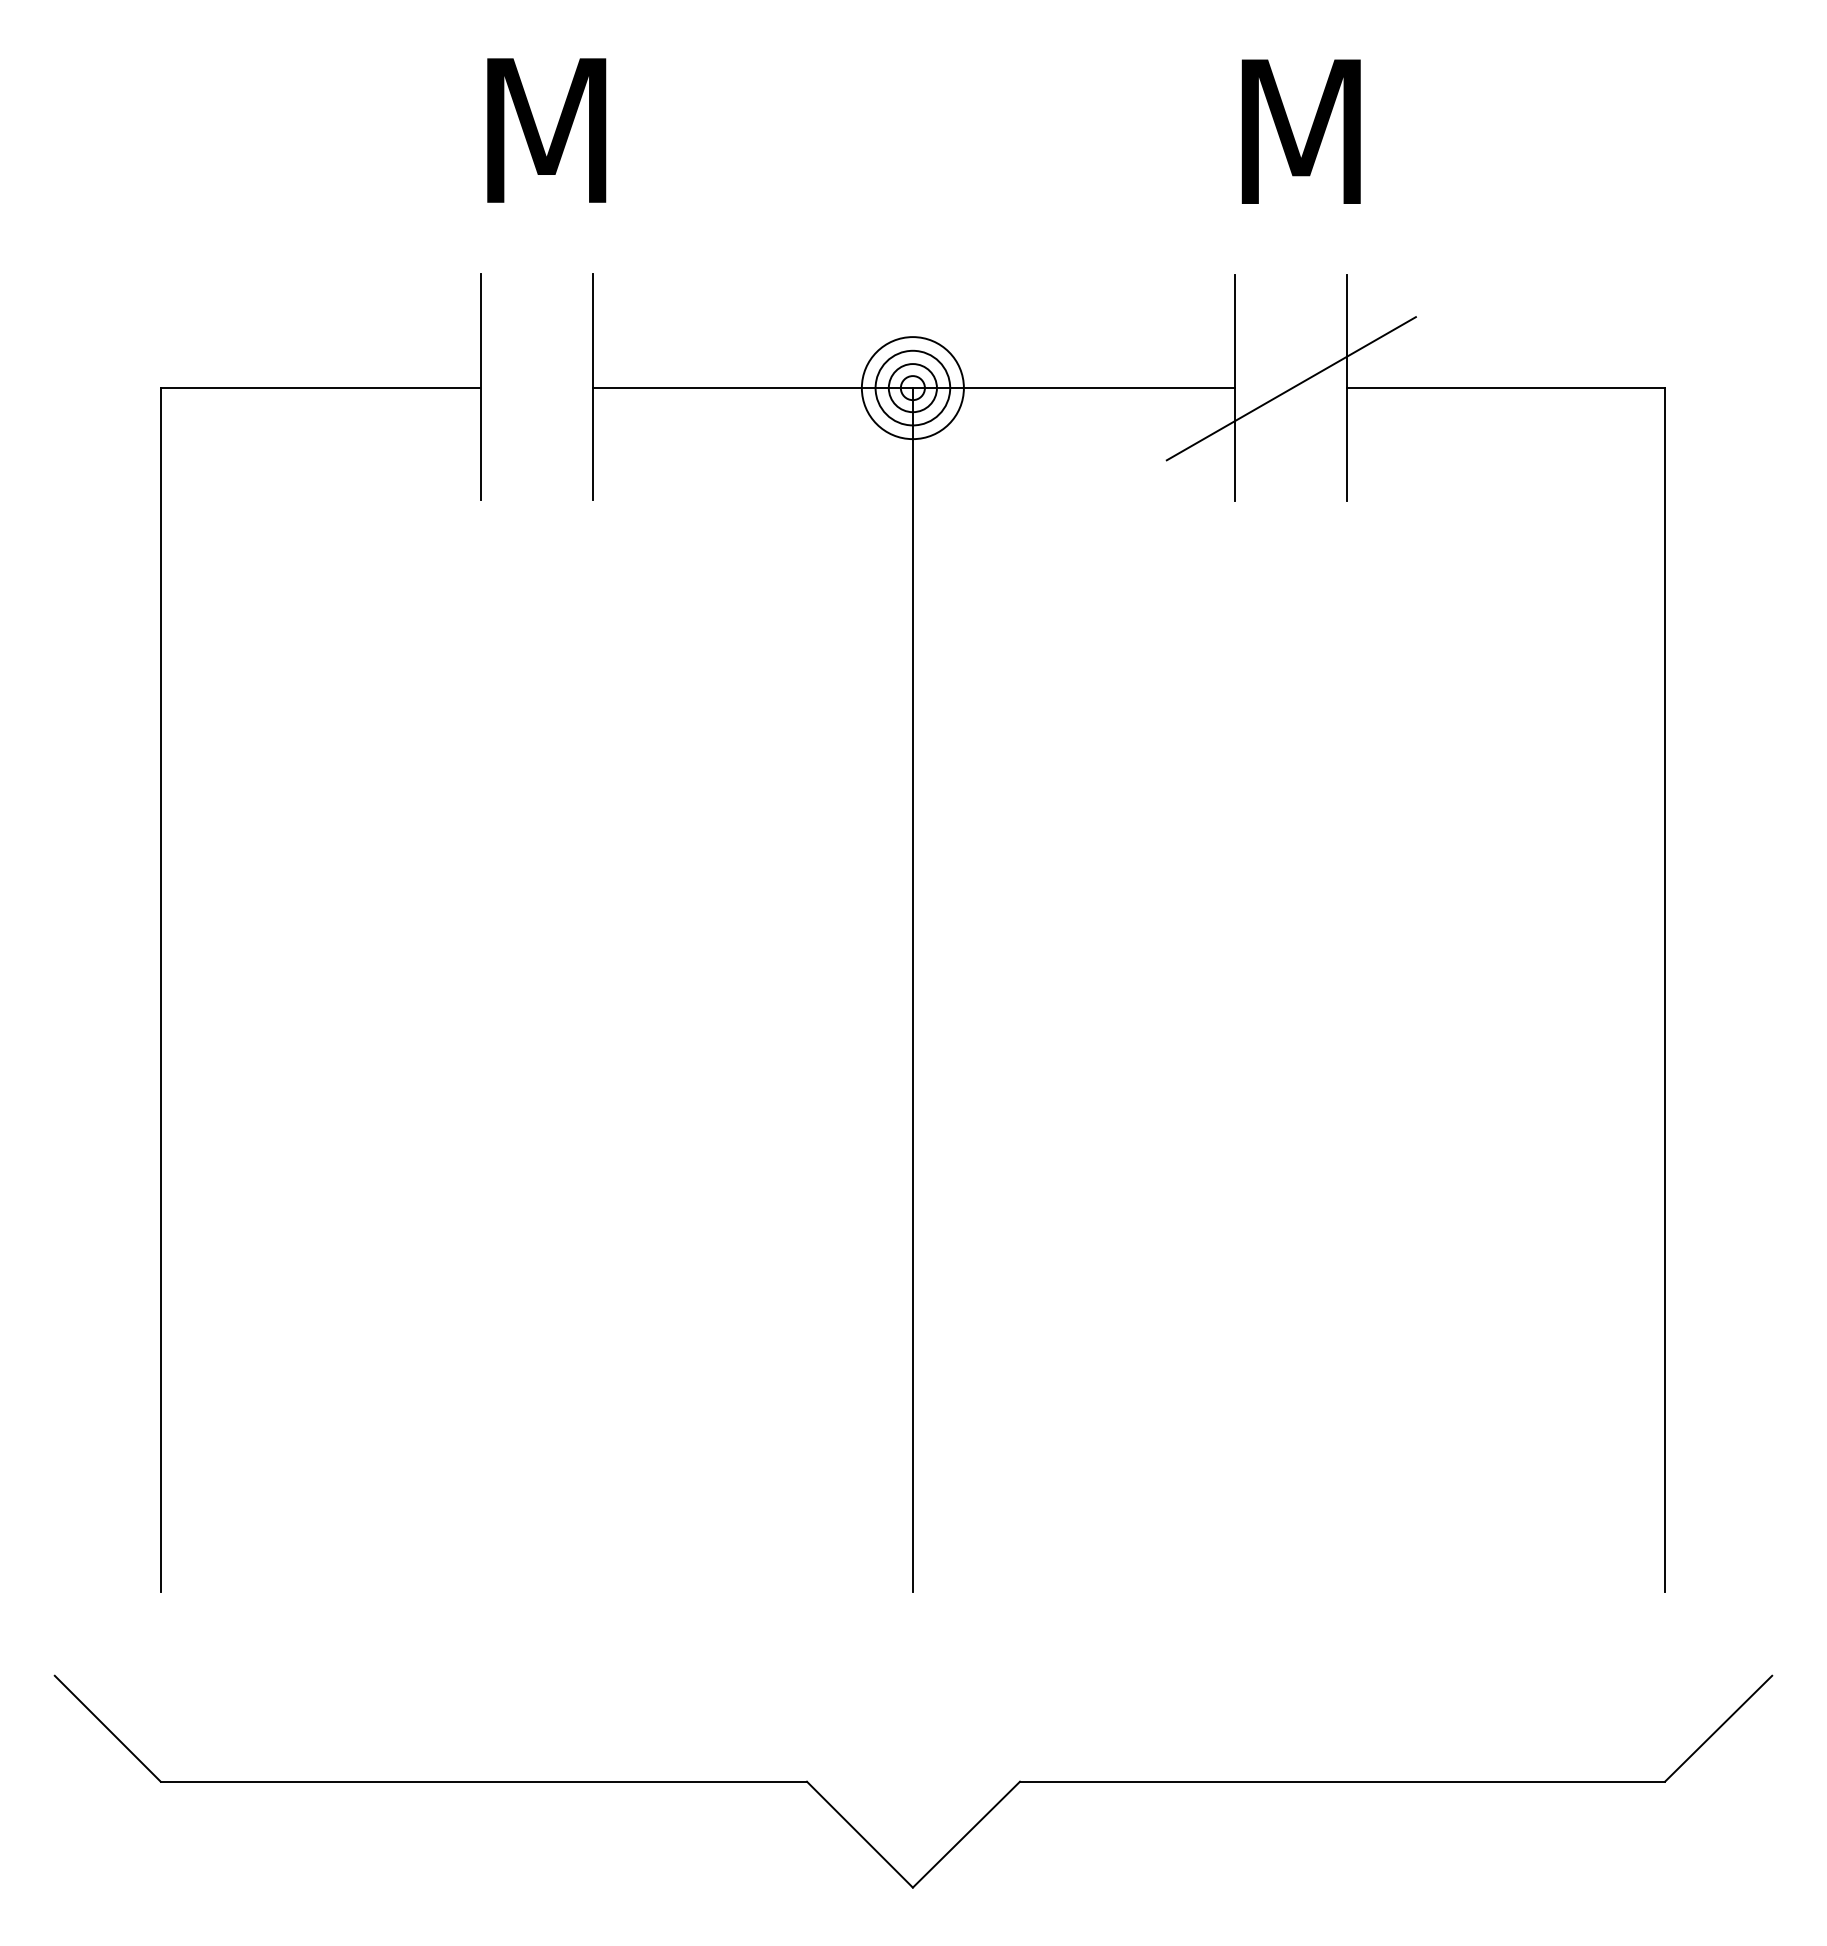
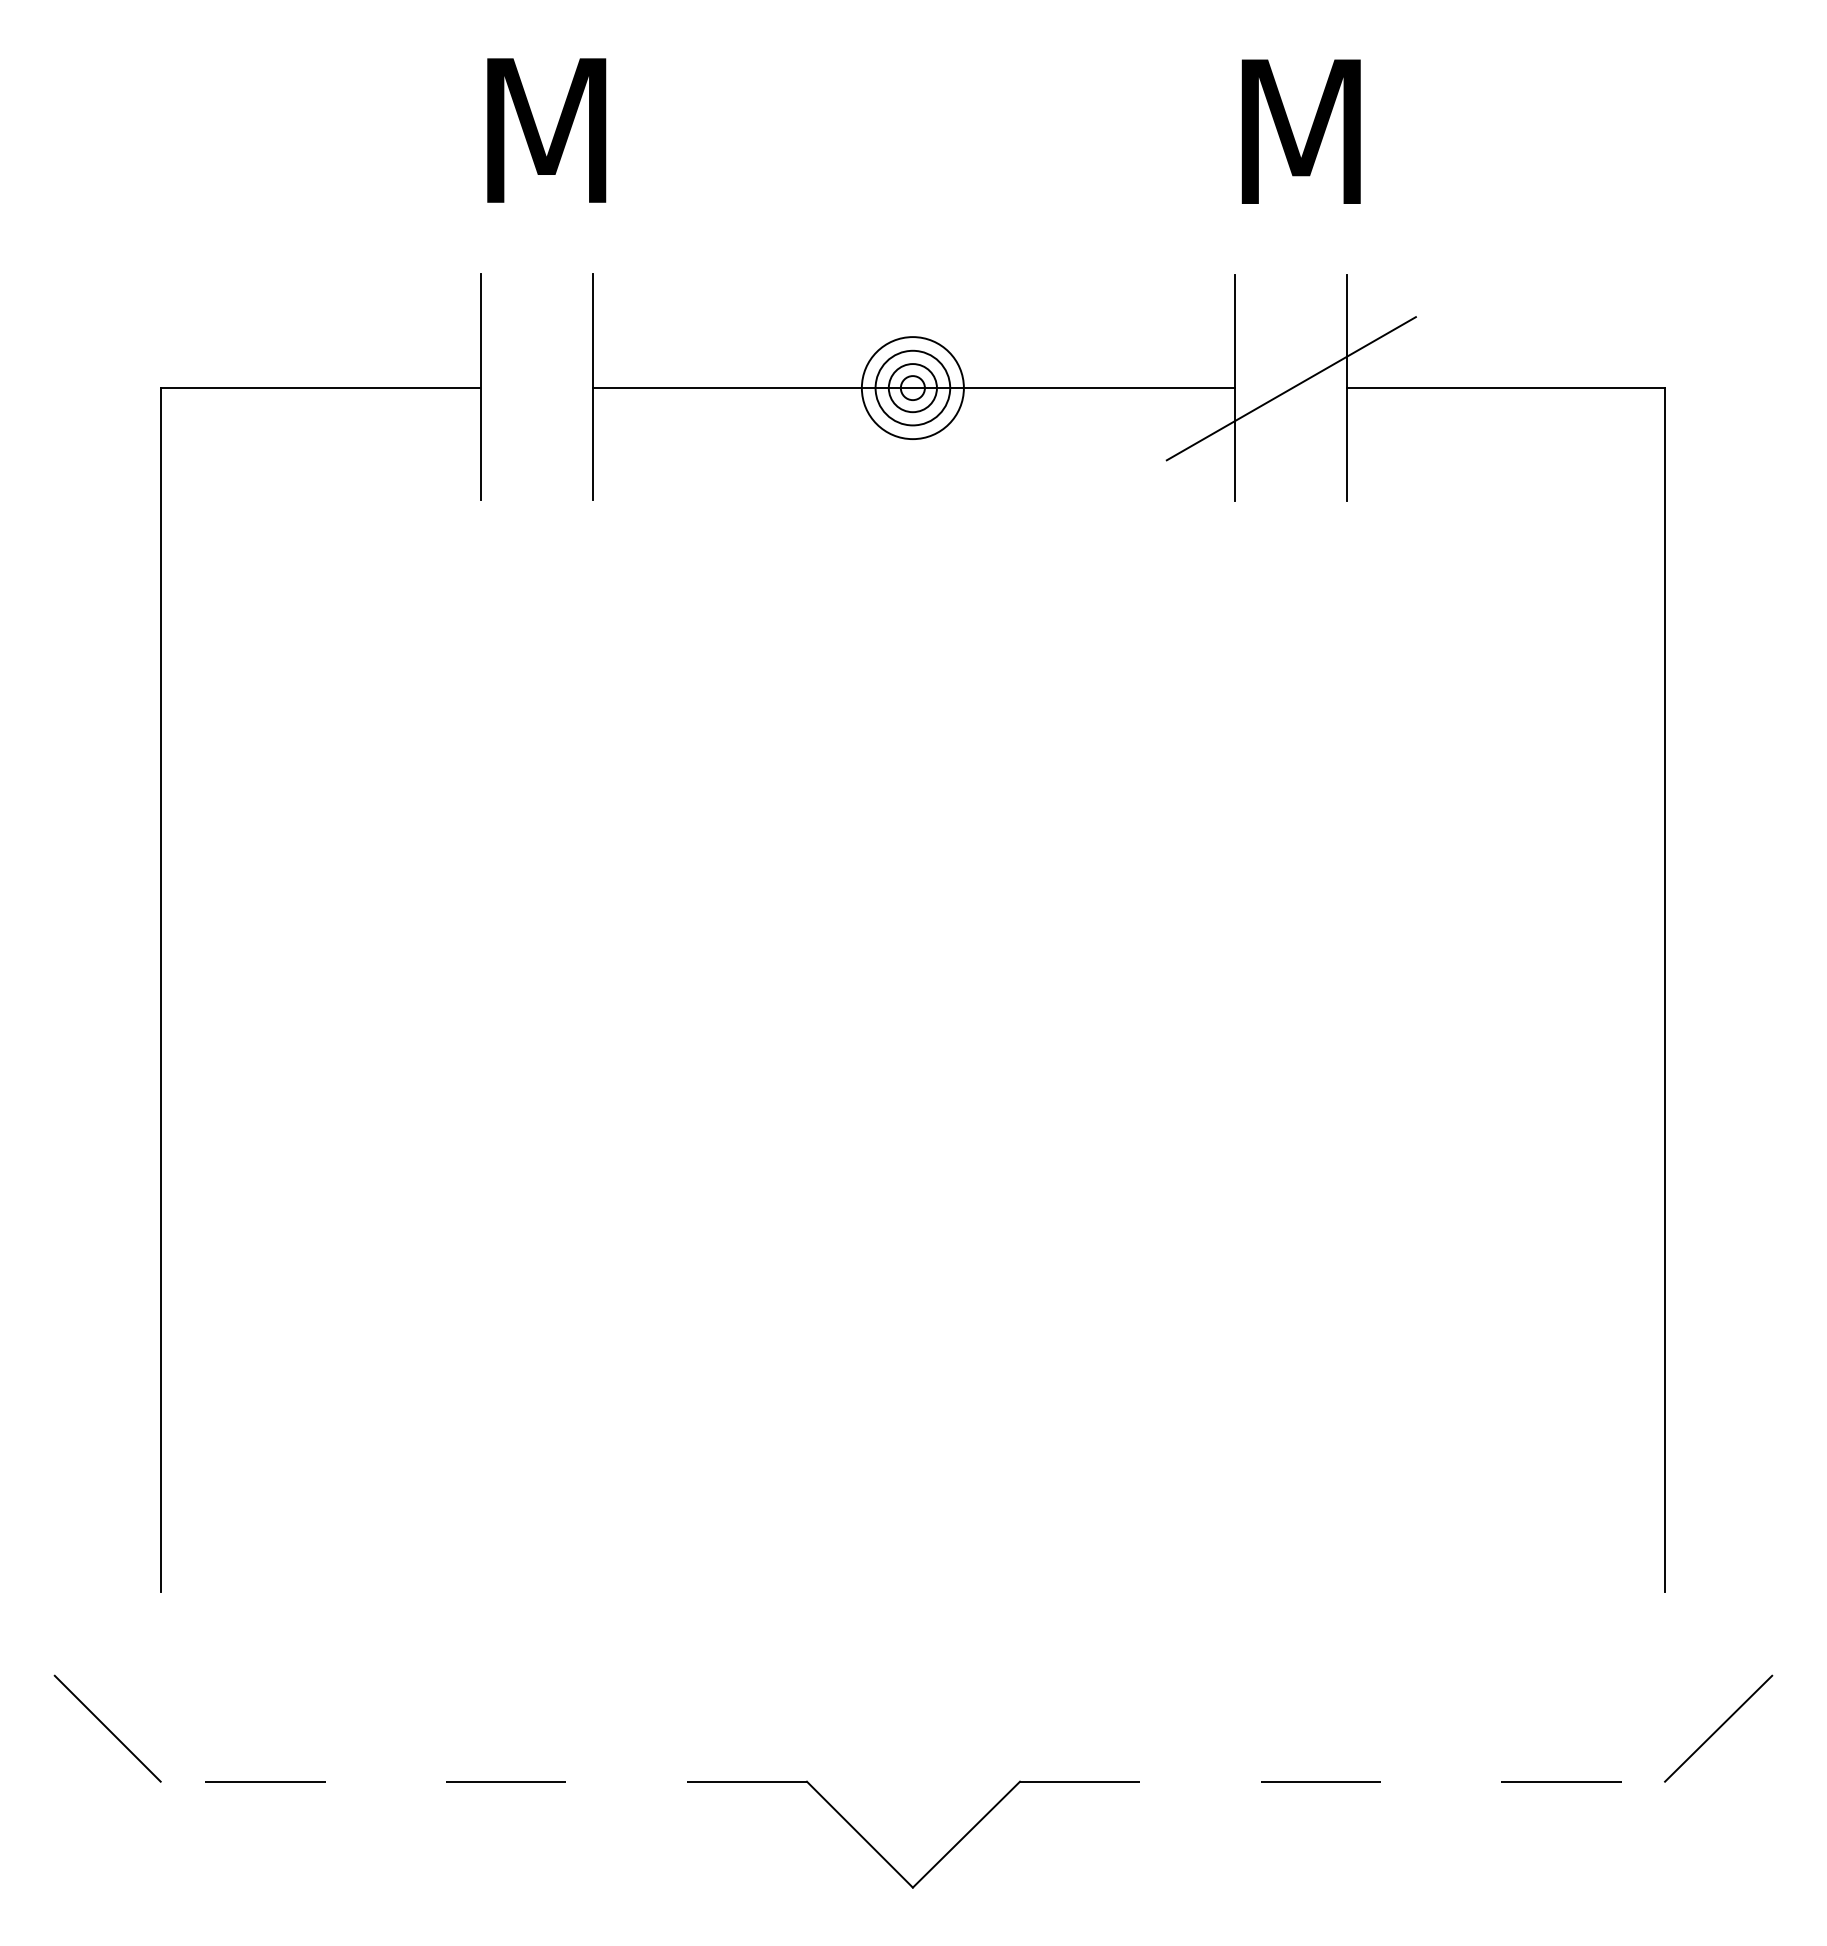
line at (912, 989): present -> none
line at (483, 1781): solid -> dashed
line at (1342, 1781): solid -> dashed
